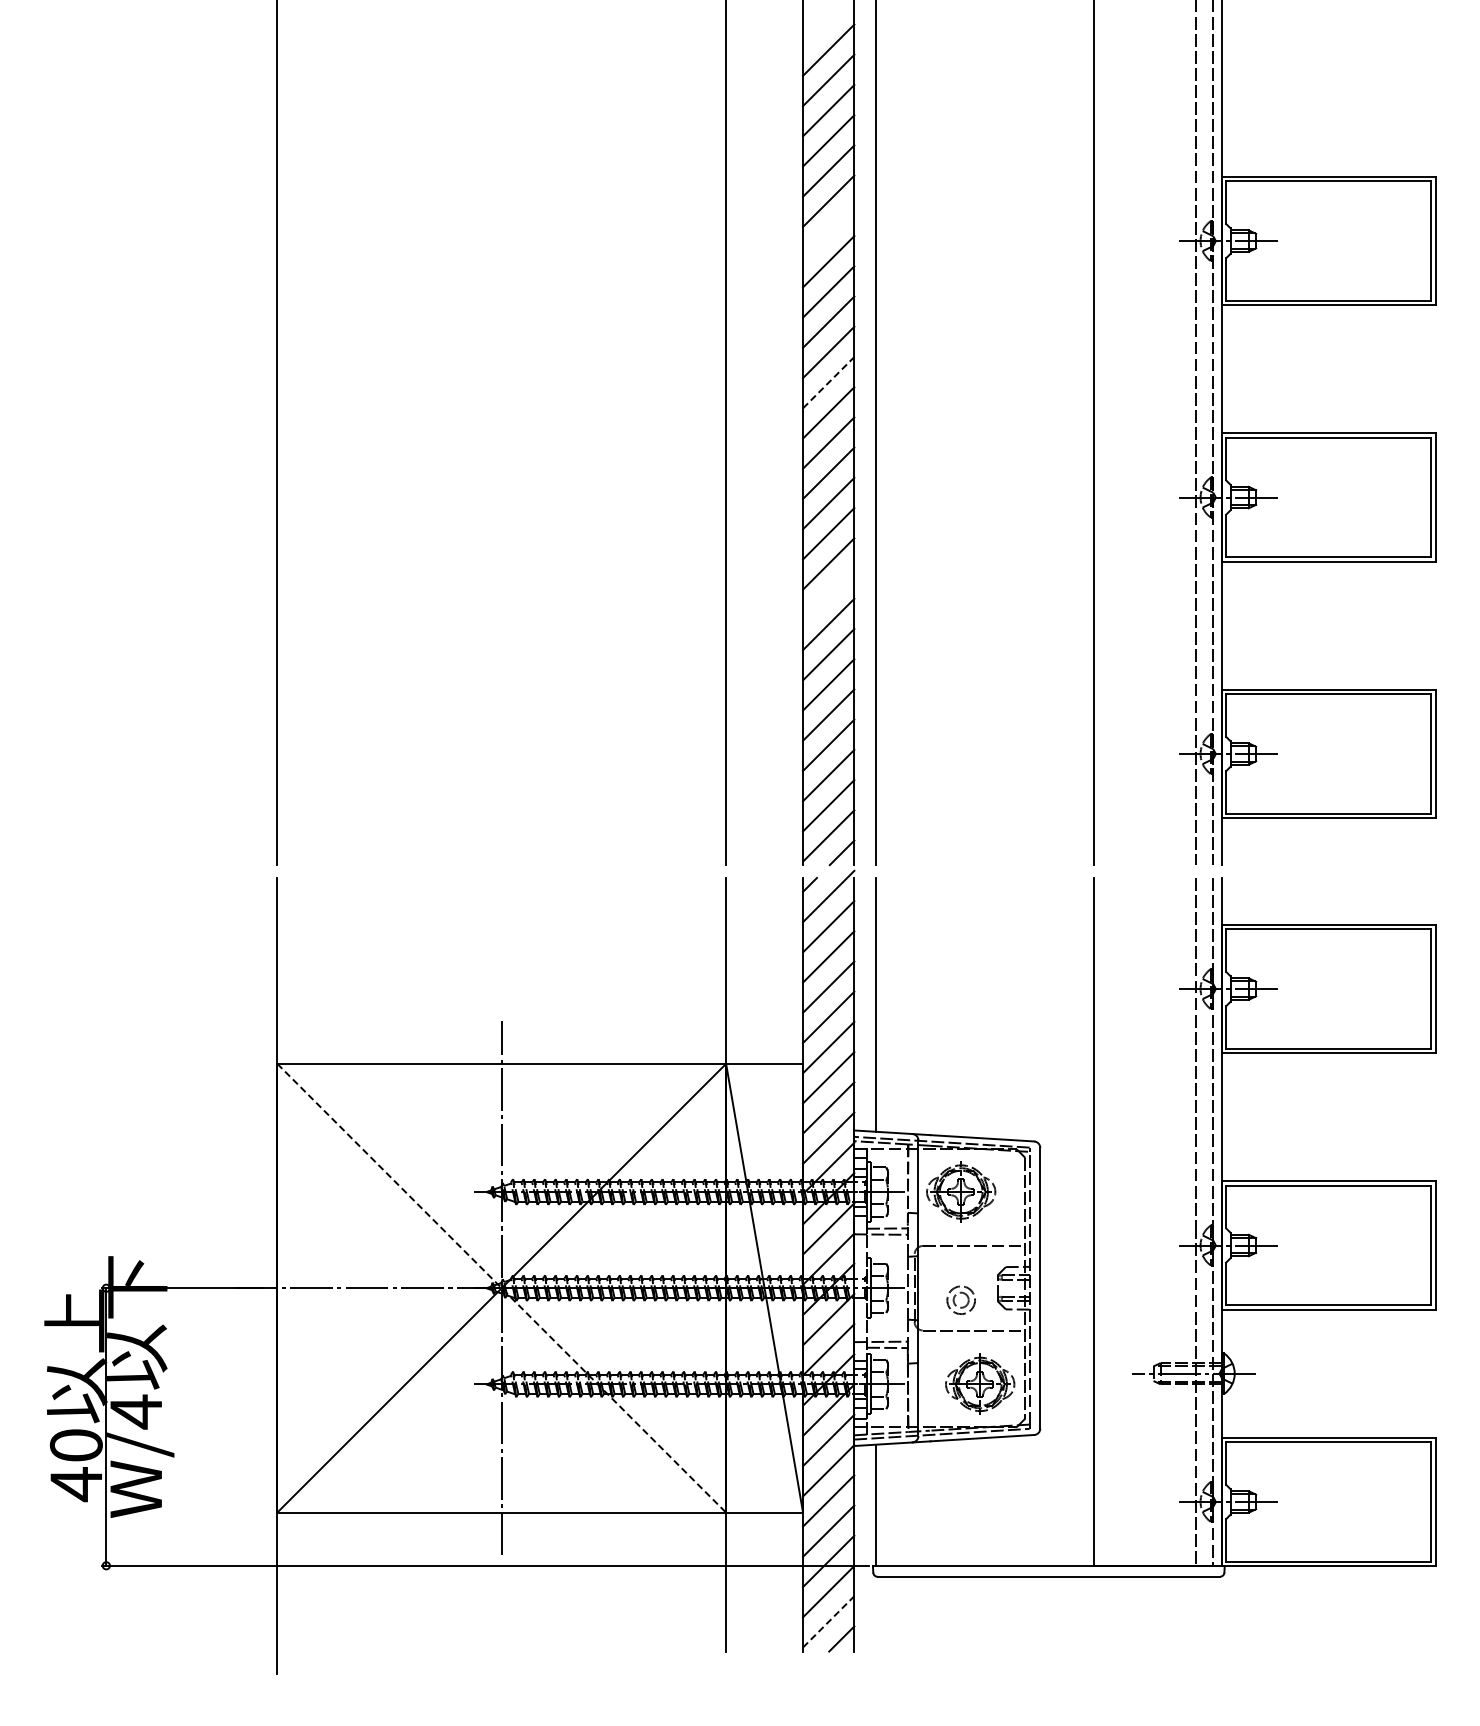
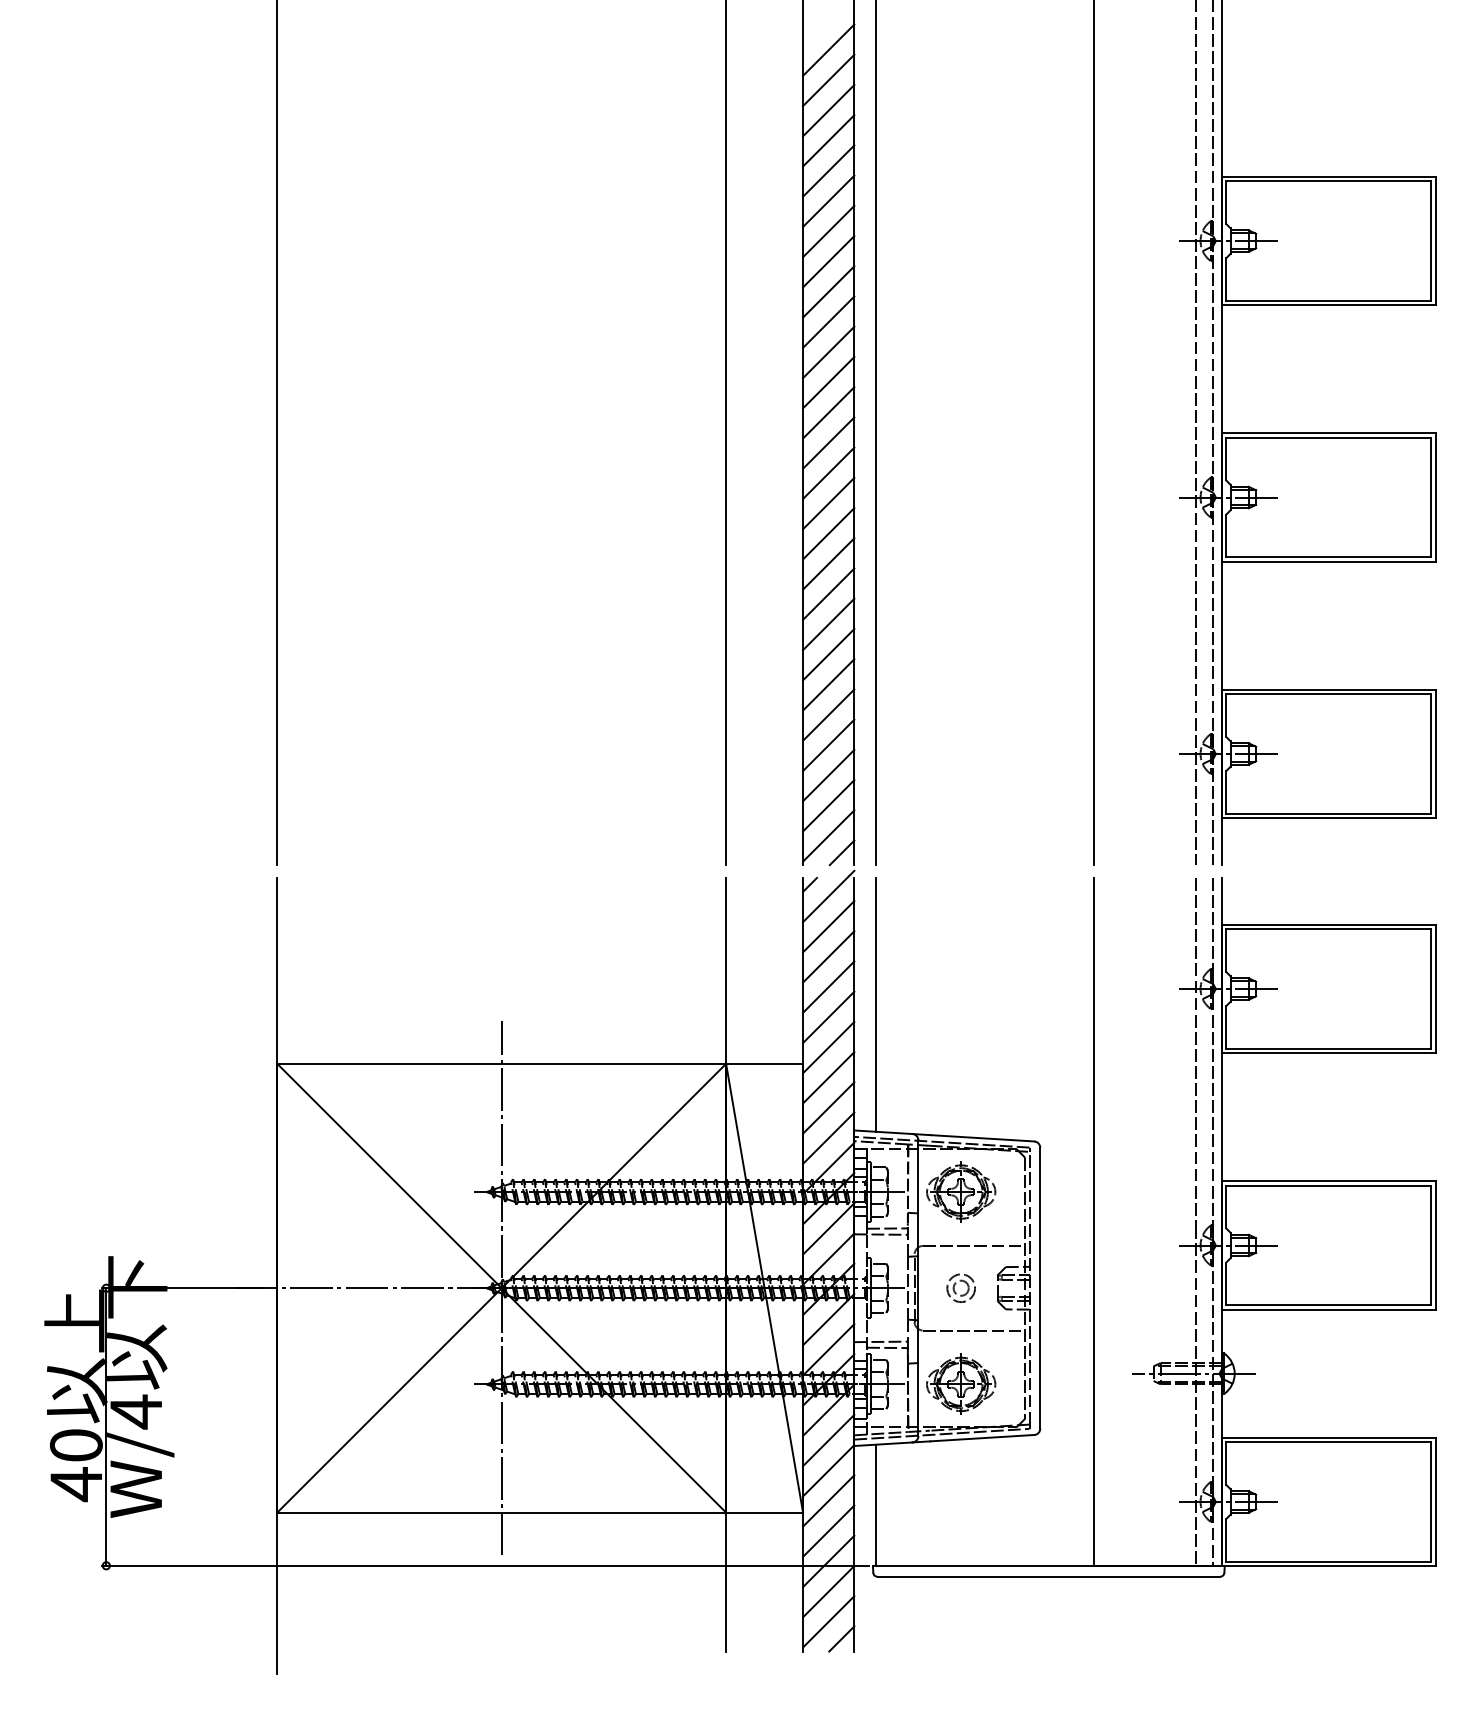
line at (828, 231): none -> present
line at (829, 382): dashed -> solid
line at (828, 593): none -> present
line at (502, 1288): dashed -> solid
part at (960, 1299) position: (960, 1299) -> (960, 1287)
part at (980, 1383) position: (980, 1383) -> (961, 1383)
line at (829, 1621): dashed -> solid
